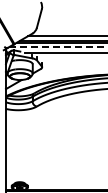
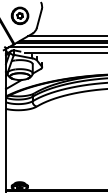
part at (19, 15): none -> present
line at (58, 47): dashed -> solid
